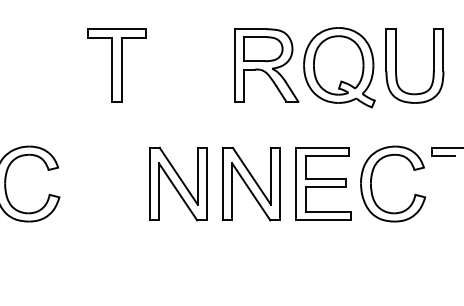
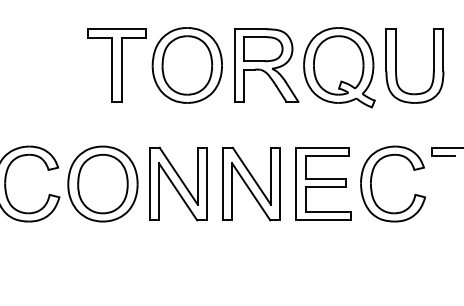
part at (186, 65): none -> present
part at (102, 183): none -> present
